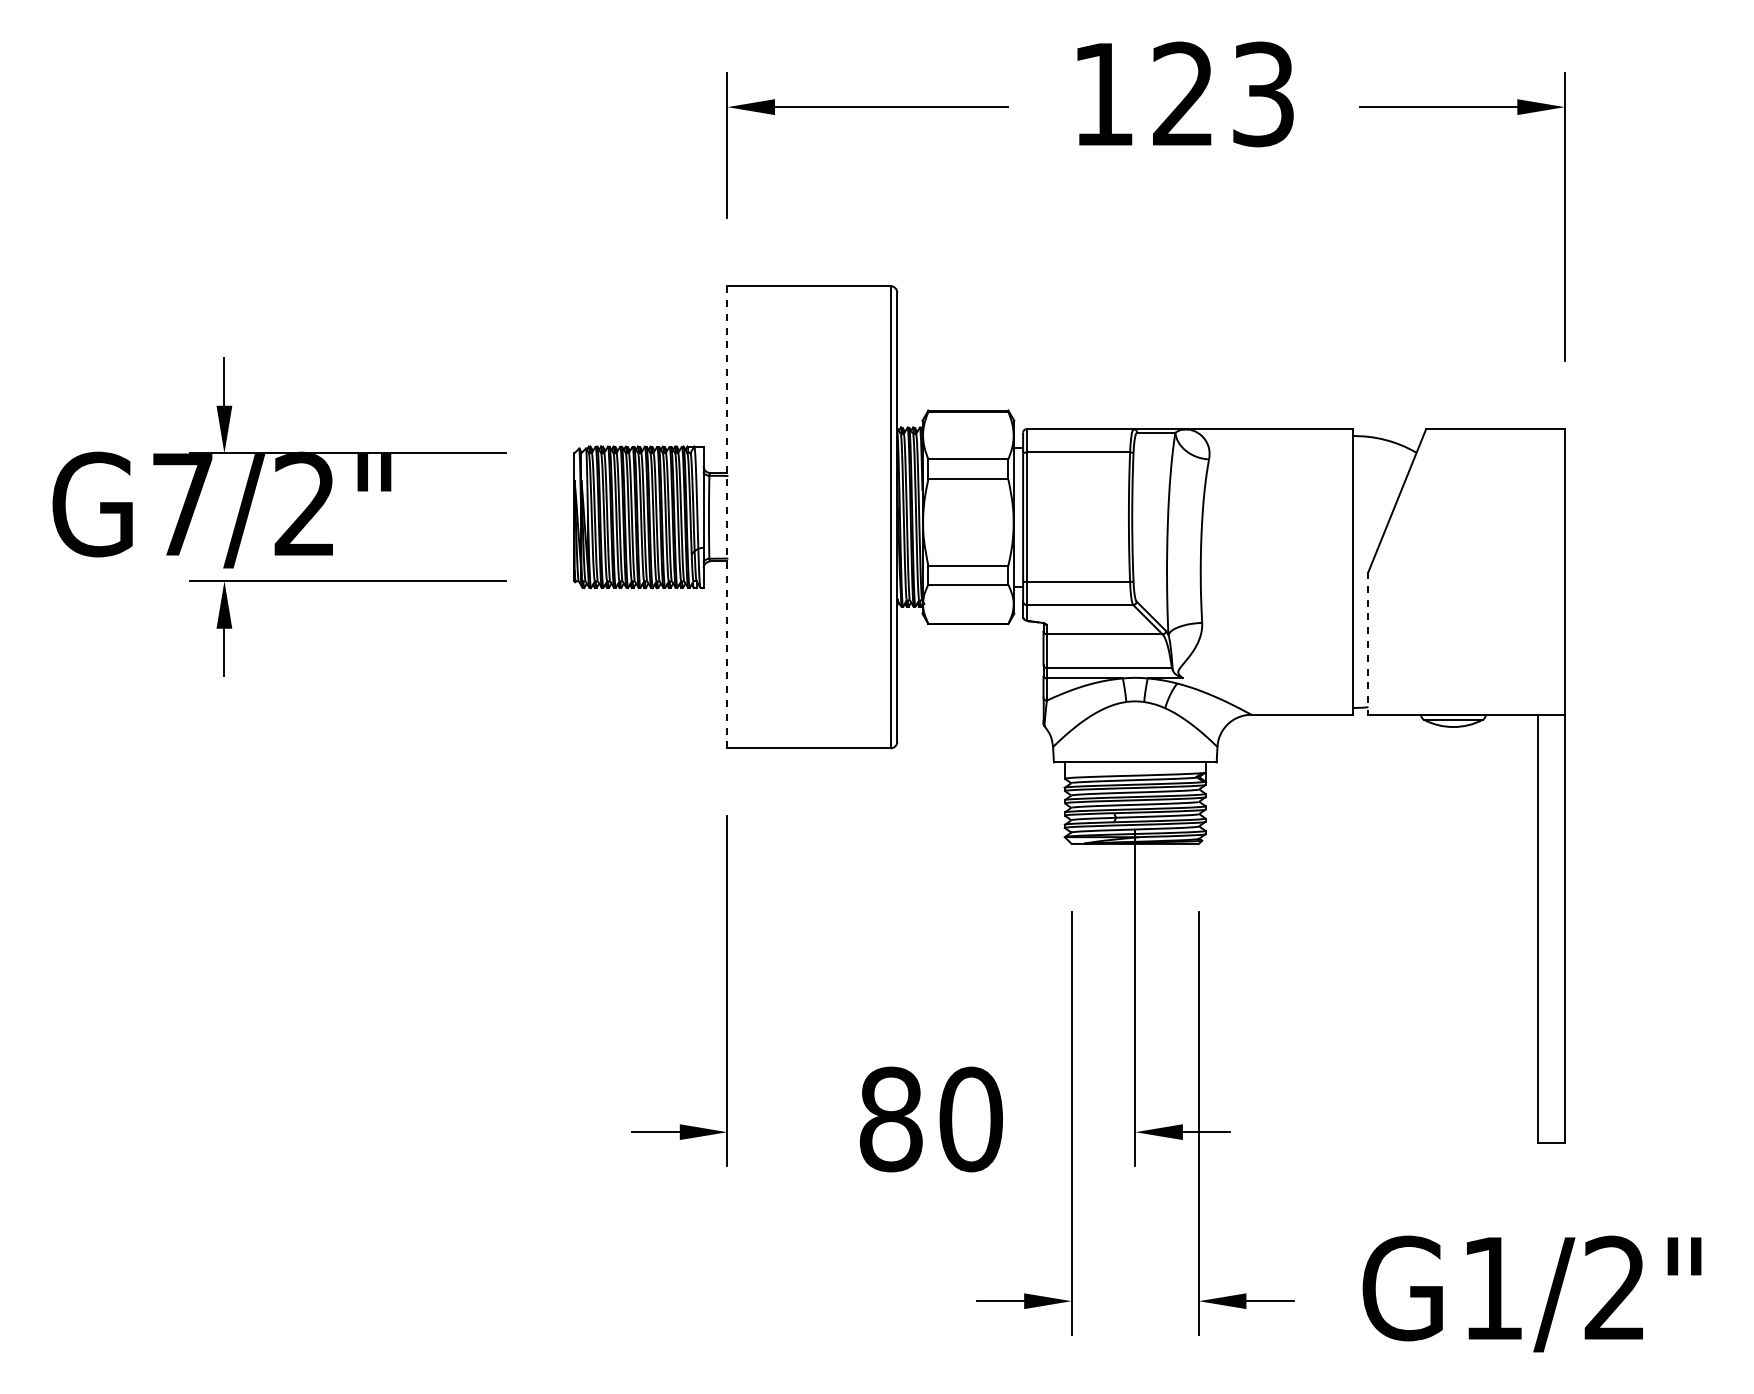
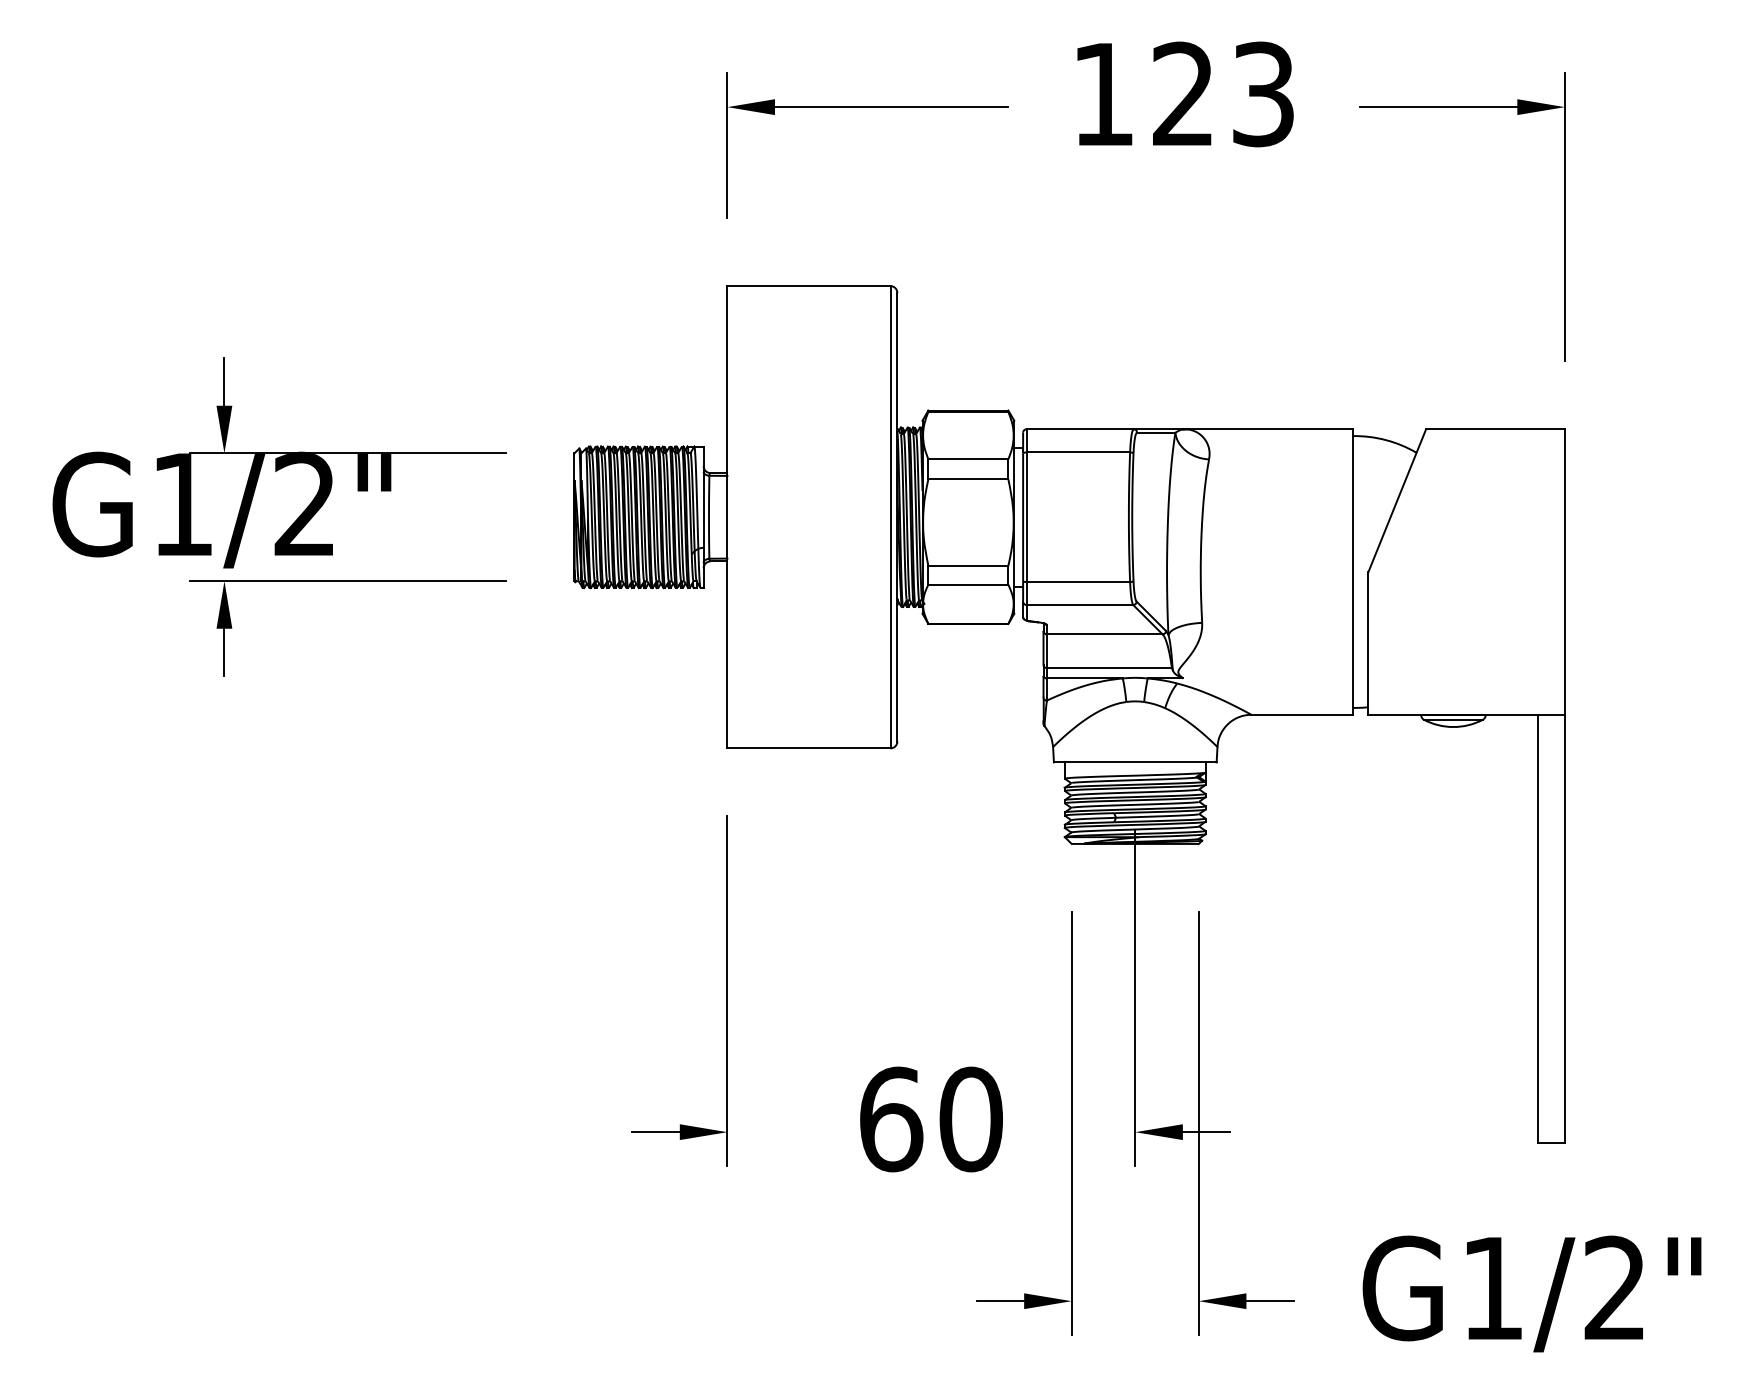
text at (182, 504): G7/2" -> G1/2"
line at (727, 517): dashed -> solid
line at (1368, 643): dashed -> solid
text at (891, 1119): 80 -> 60
